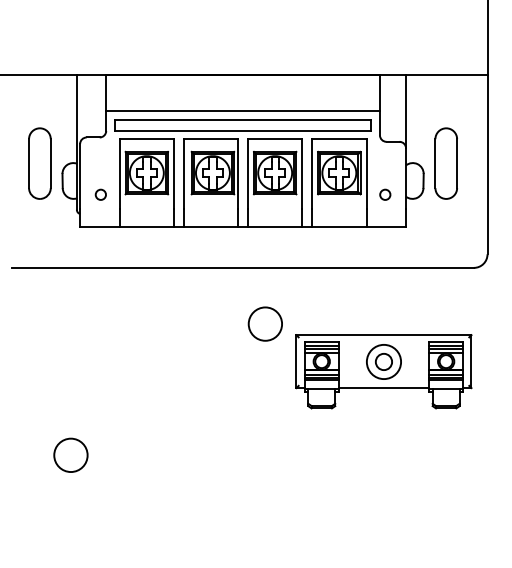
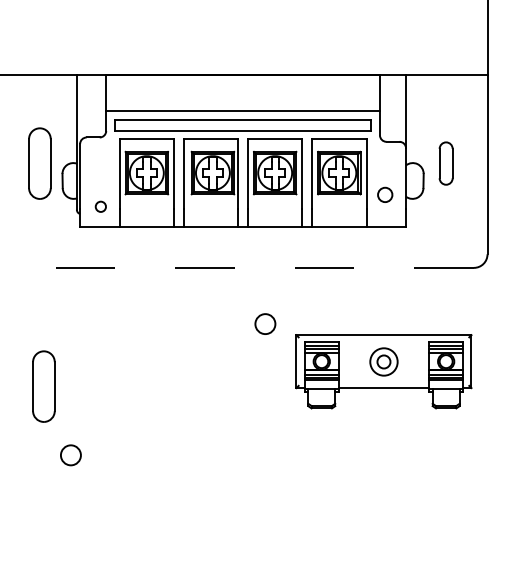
part at (445, 163) size: 24x73 px -> 16x45 px
circle at (100, 194) position: (100, 194) -> (100, 206)
circle at (385, 194) size: 13x13 px -> 17x17 px
line at (243, 267): solid -> dashed
circle at (265, 323) diameter: 33 px -> 20 px
part at (383, 361) size: 36x36 px -> 30x30 px
part at (43, 386): none -> present
circle at (70, 455) diameter: 33 px -> 20 px
